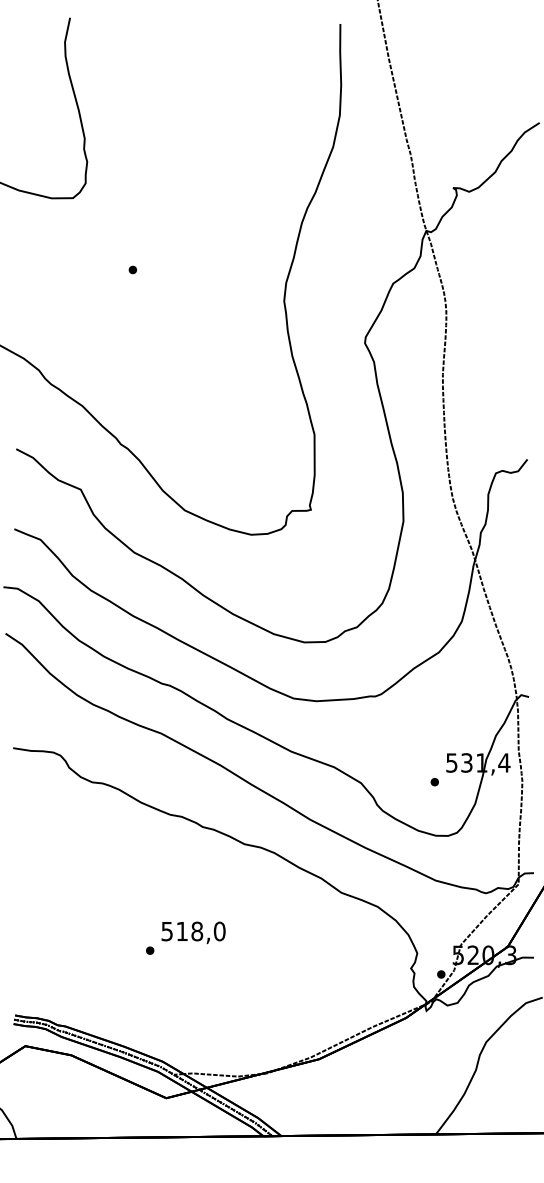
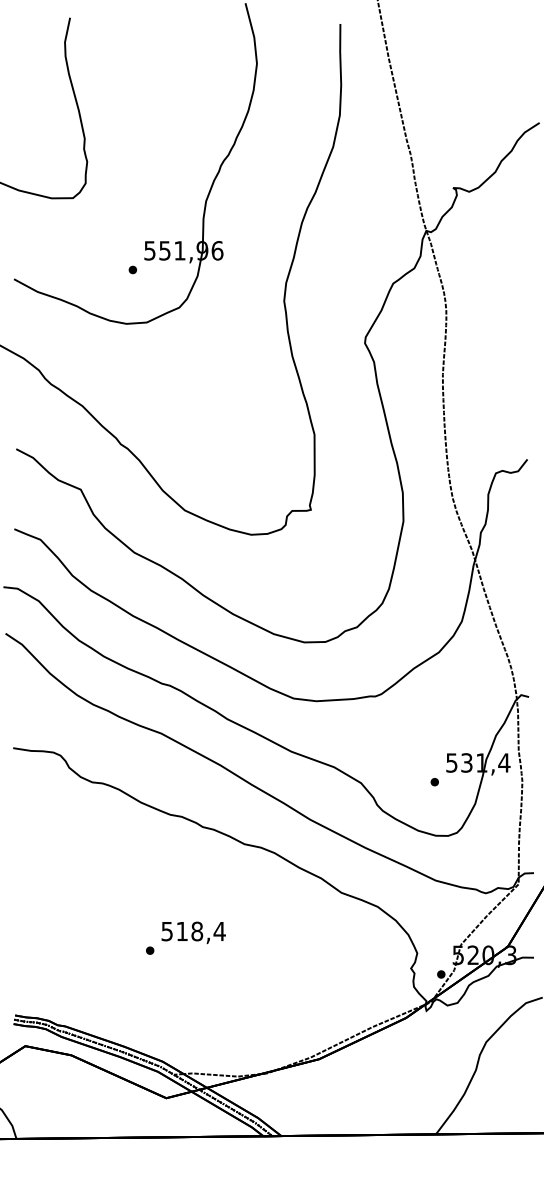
part at (207, 194): none -> present
text at (219, 931): 518,0 -> 518,4
